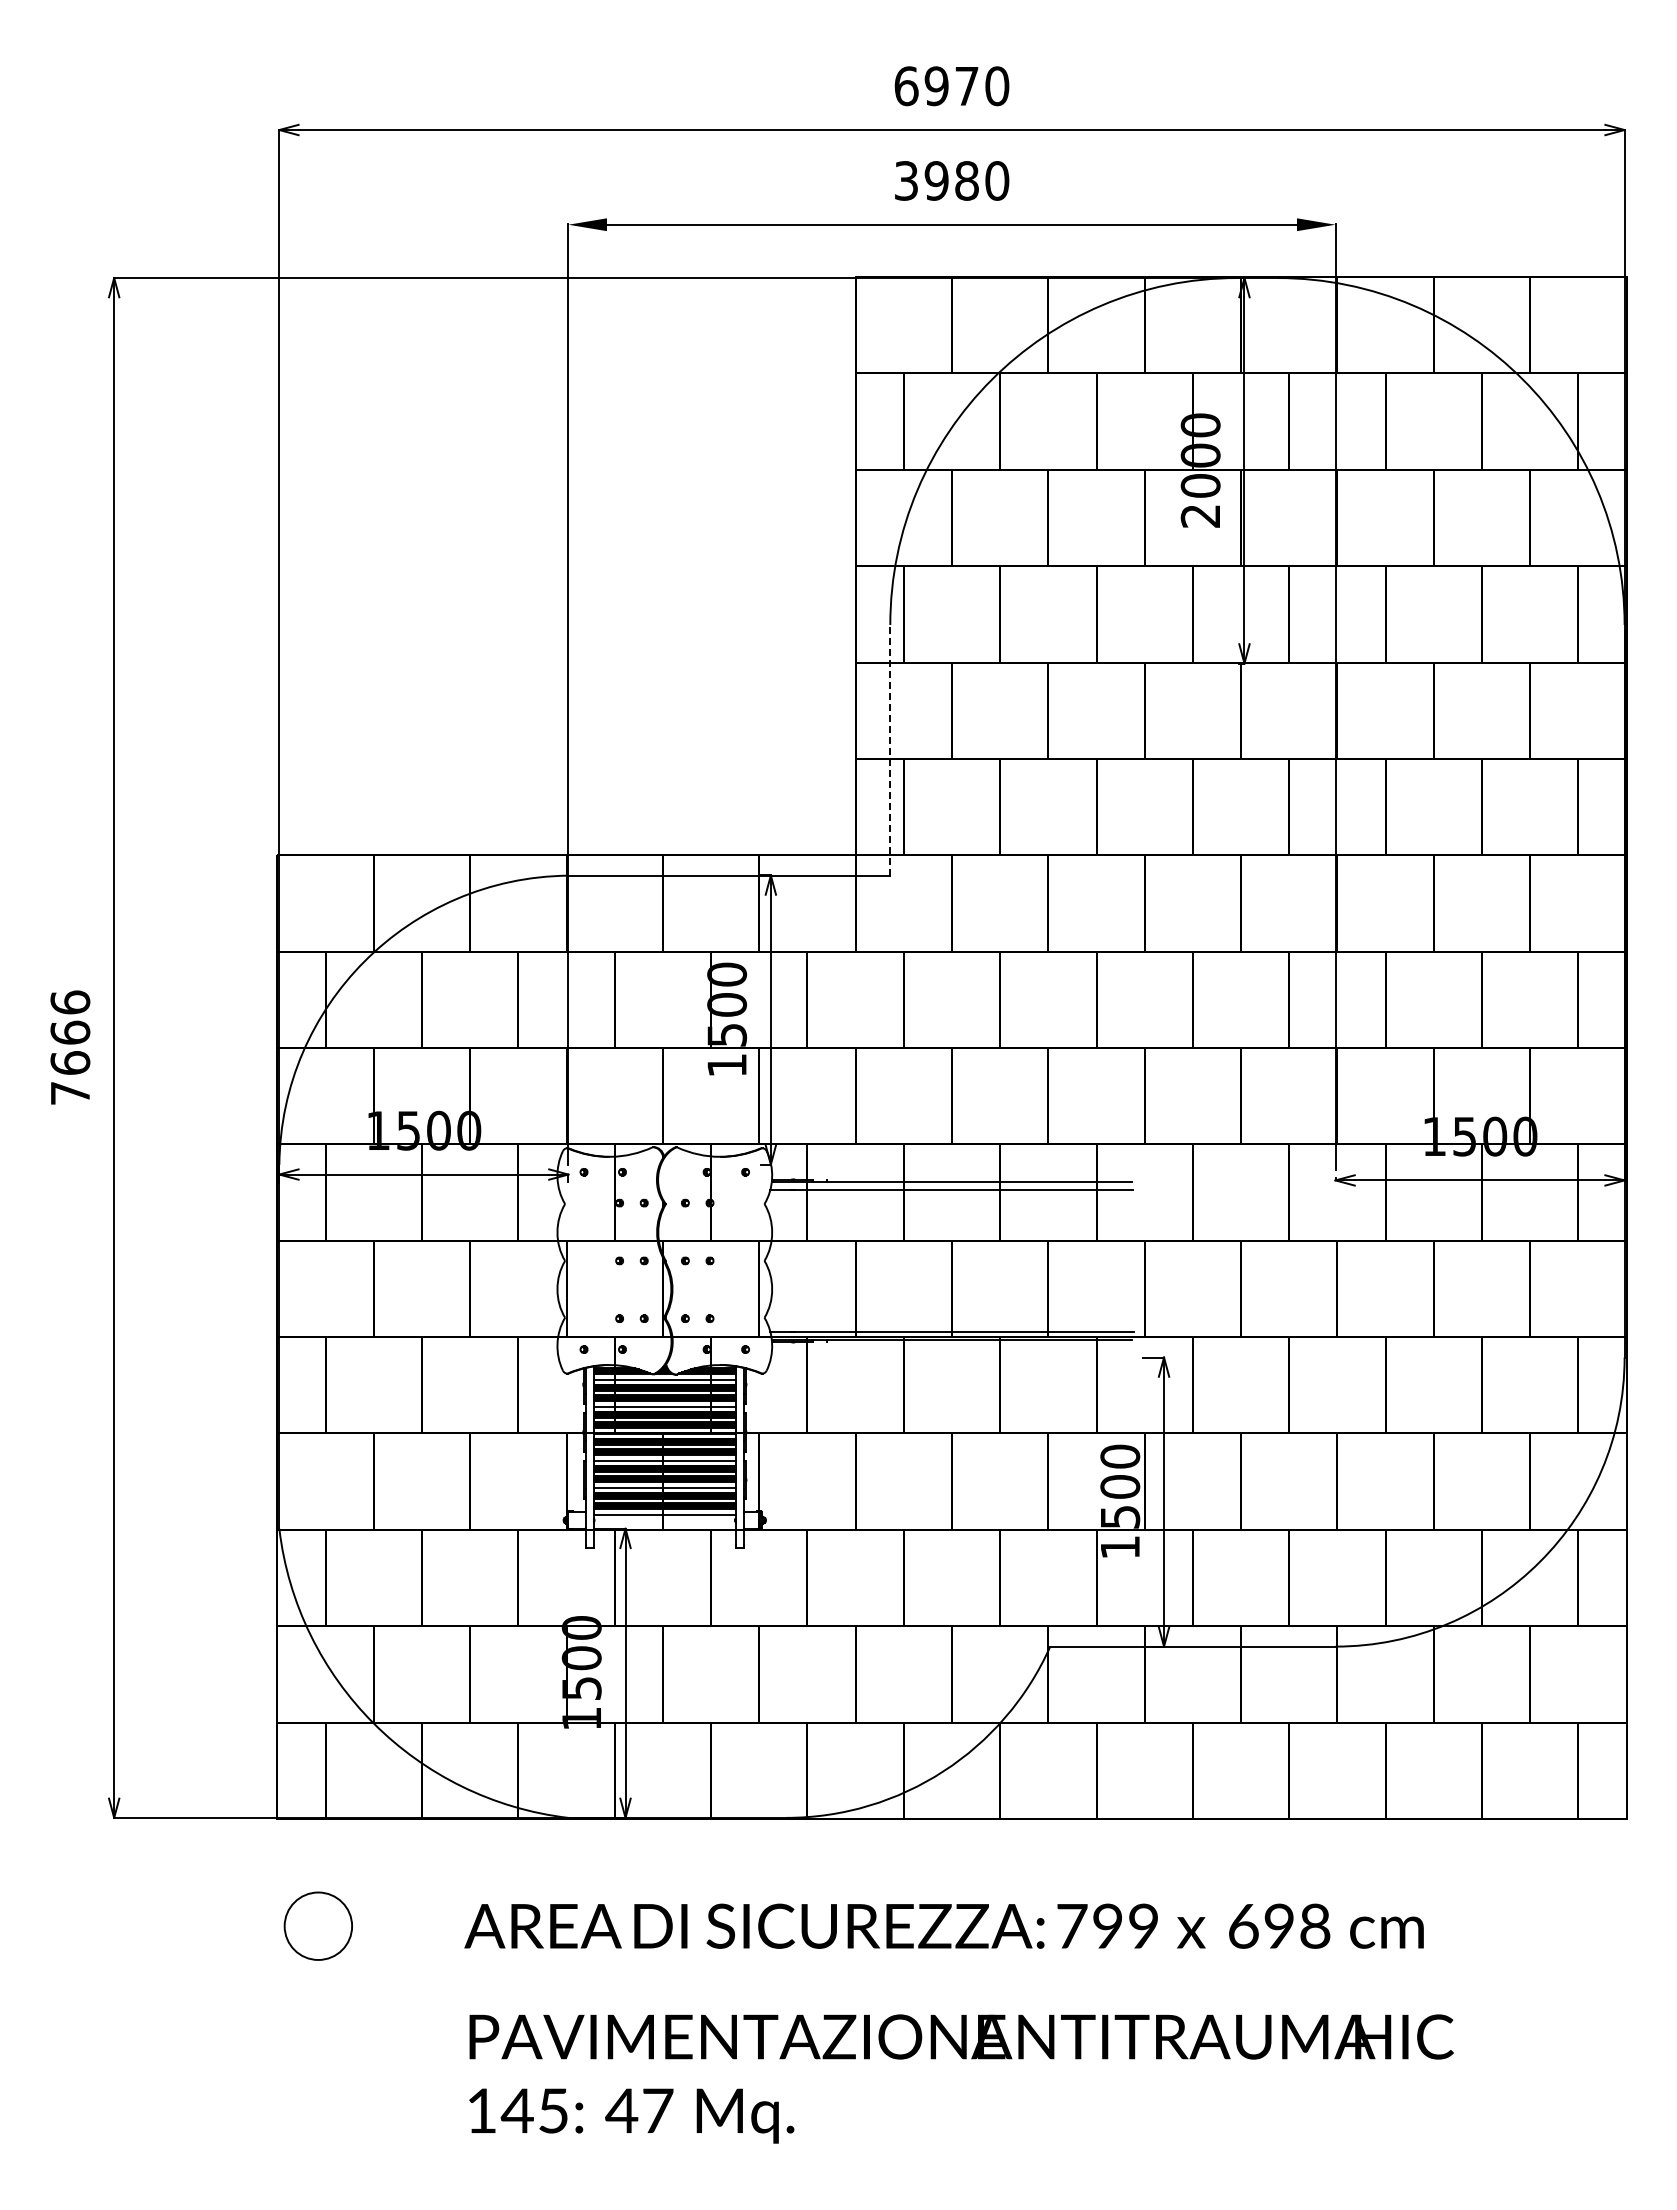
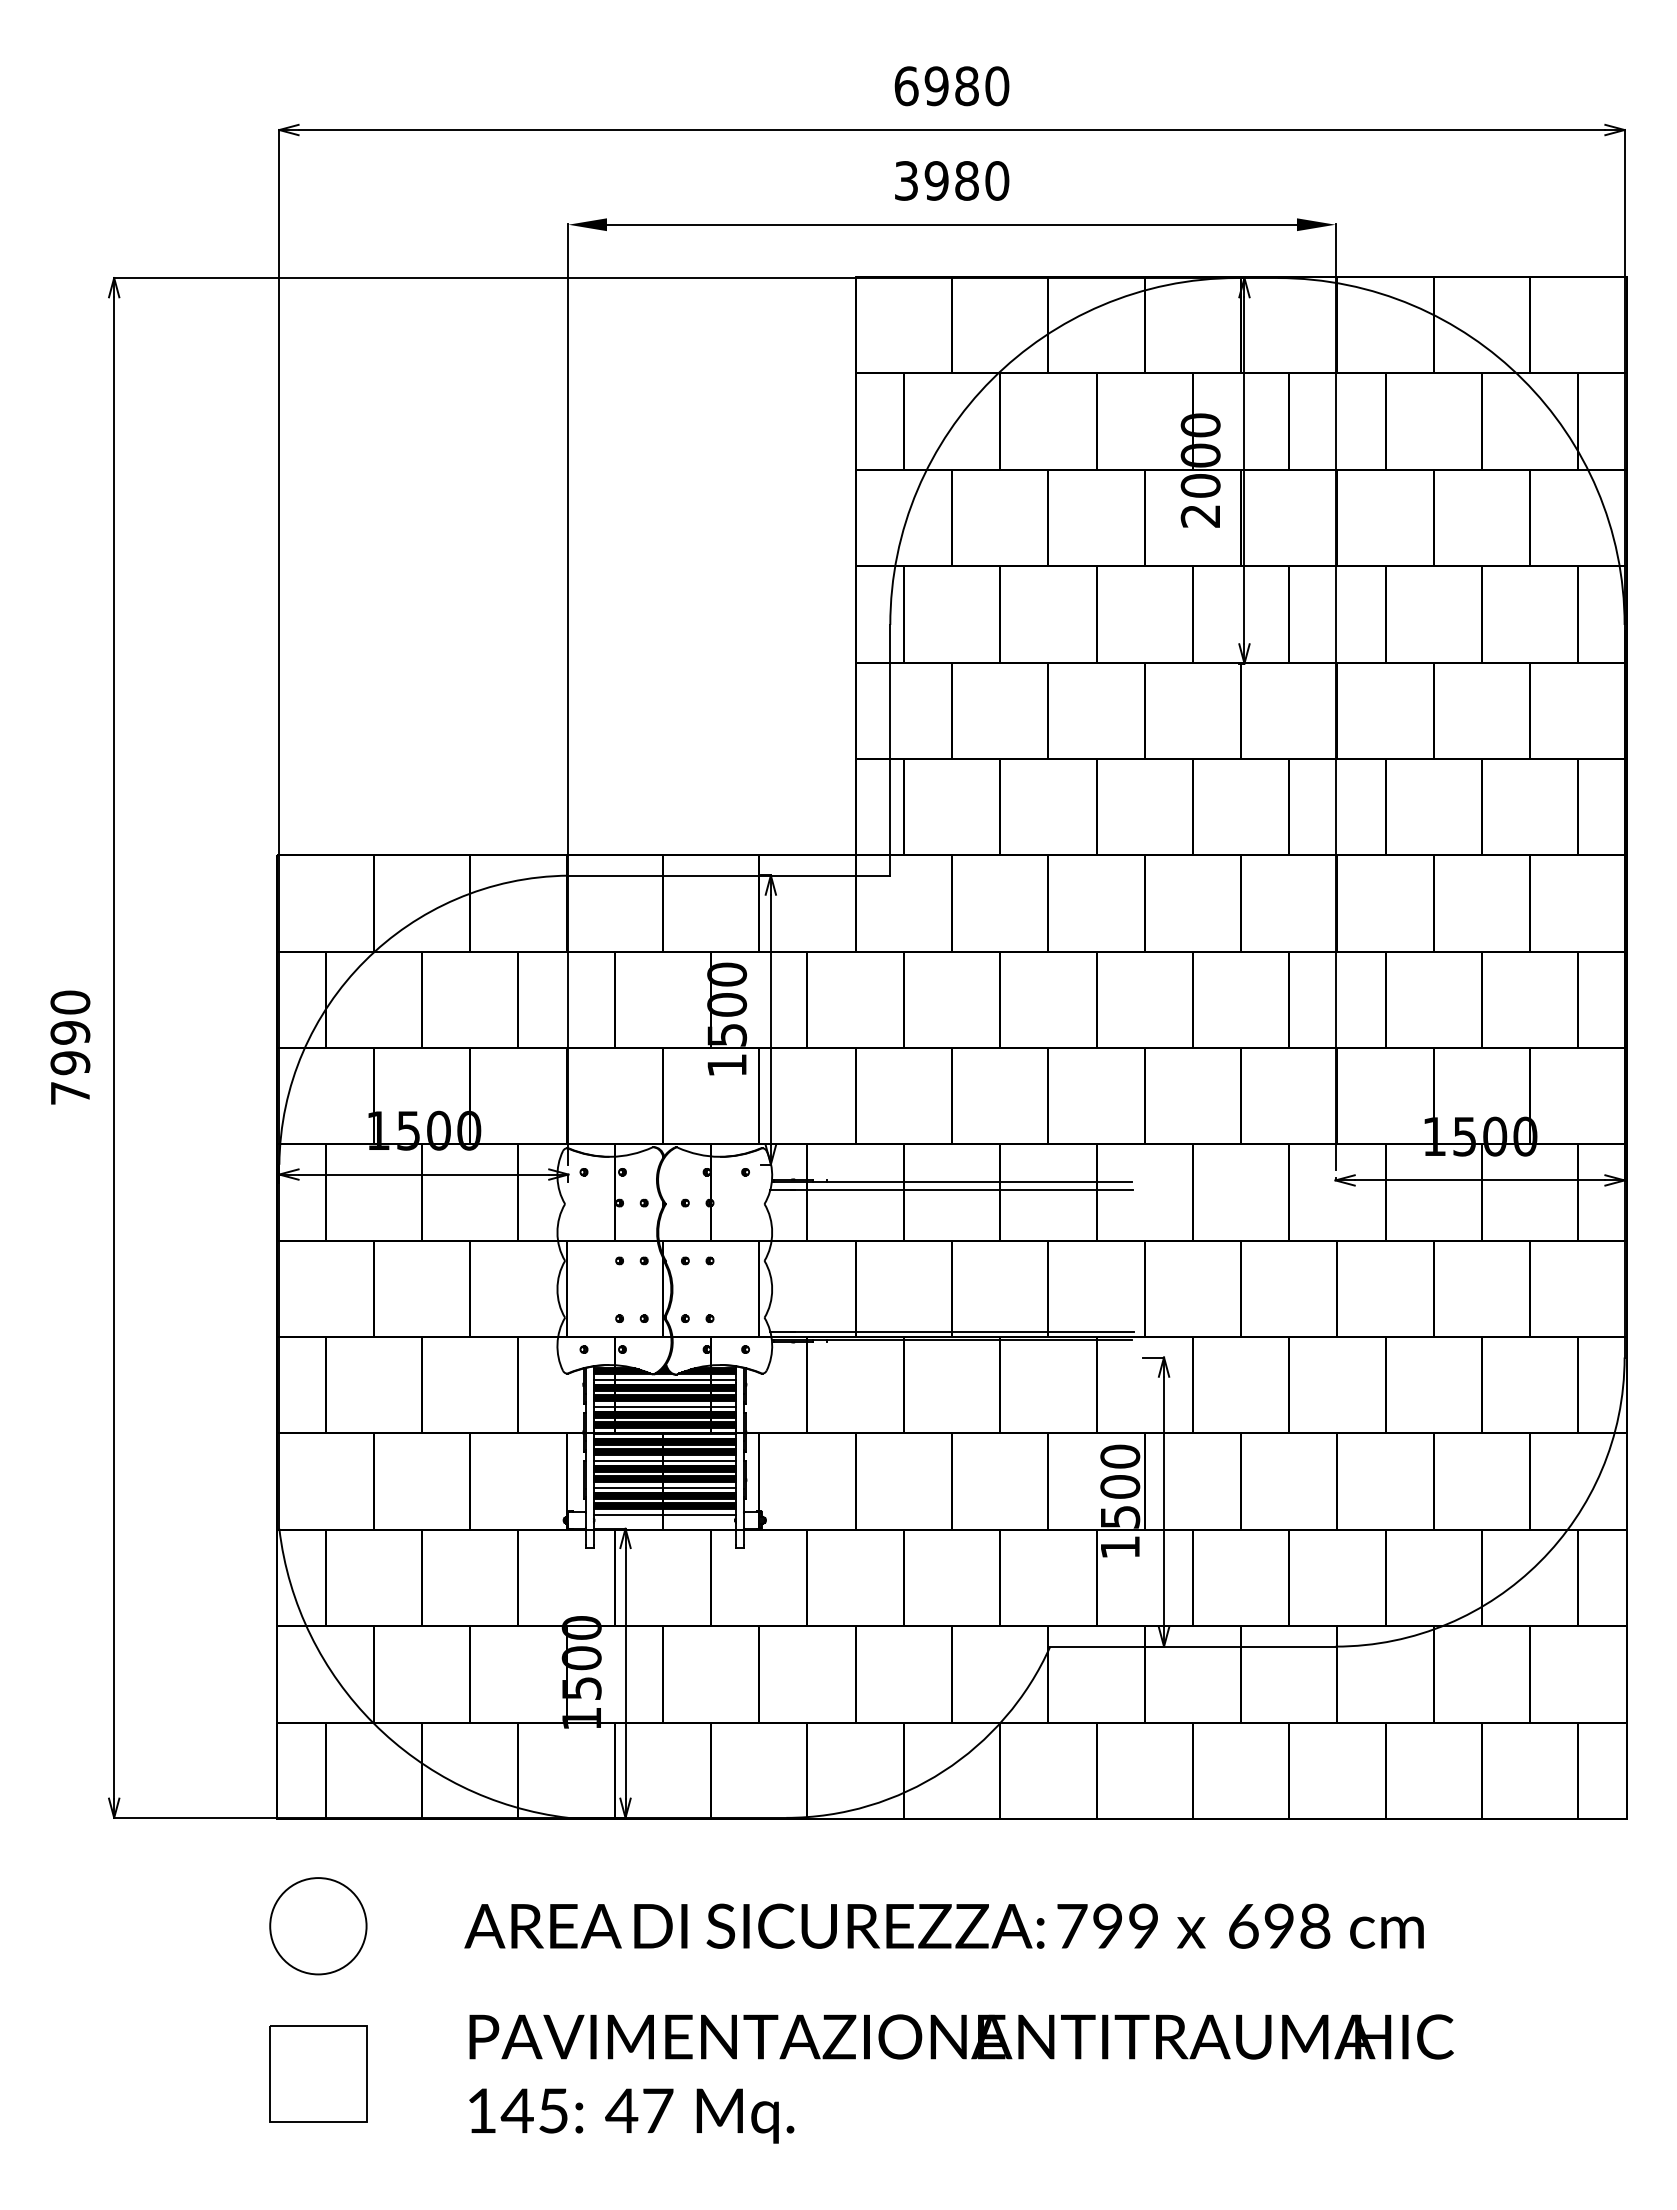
text at (966, 86): 6970 -> 6980
line at (890, 749): dashed -> solid
text at (70, 1032): 7666 -> 7990
circle at (318, 1925) diameter: 67 px -> 96 px
part at (318, 2073): none -> present
